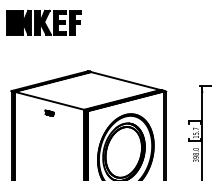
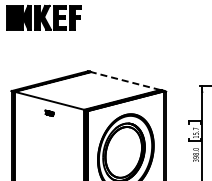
part at (43, 22) position: (43, 22) -> (43, 17)
line at (125, 81): solid -> dashed
